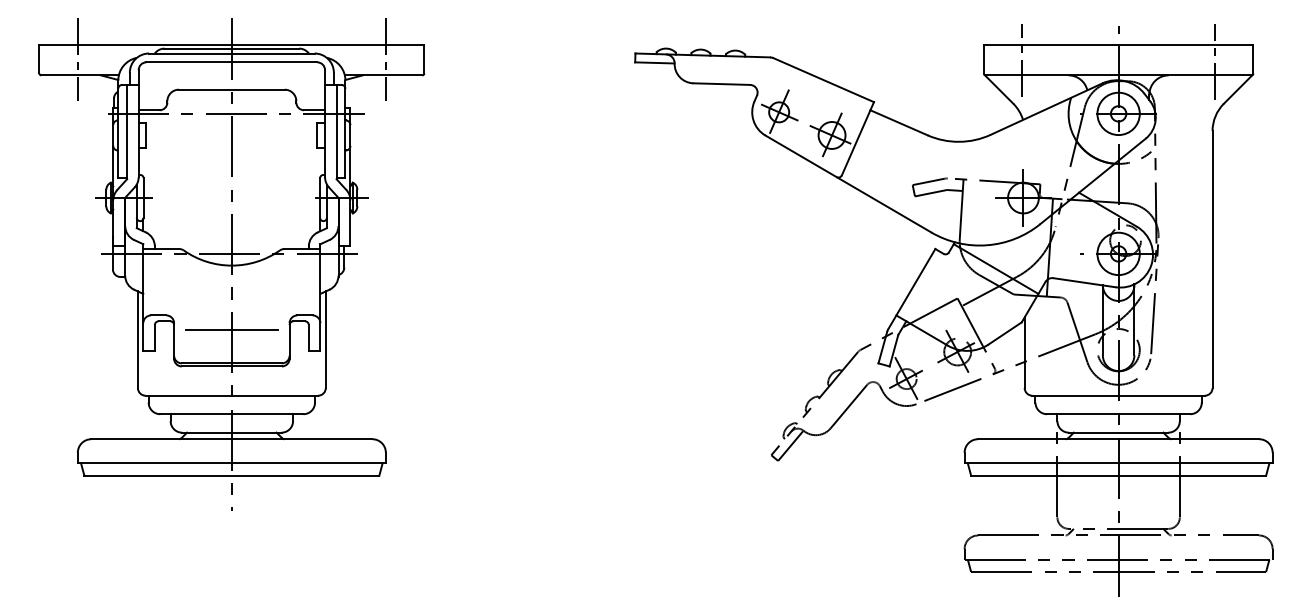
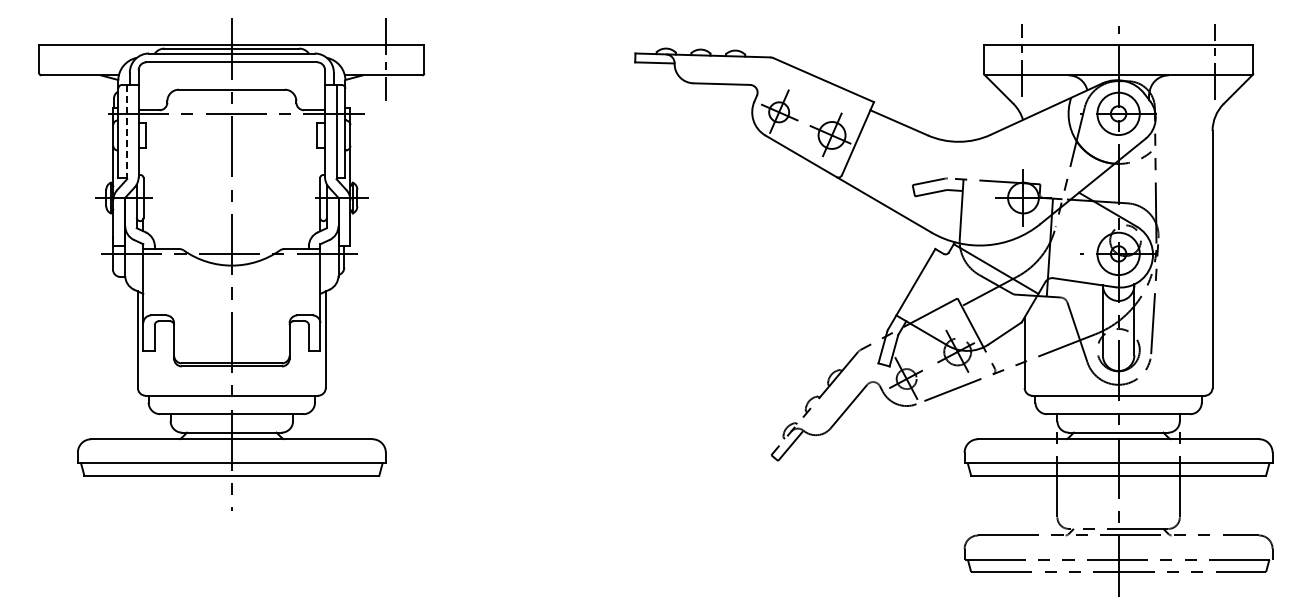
line at (77, 59): present -> none
line at (127, 132): solid -> dashed
line at (231, 330): present -> none
